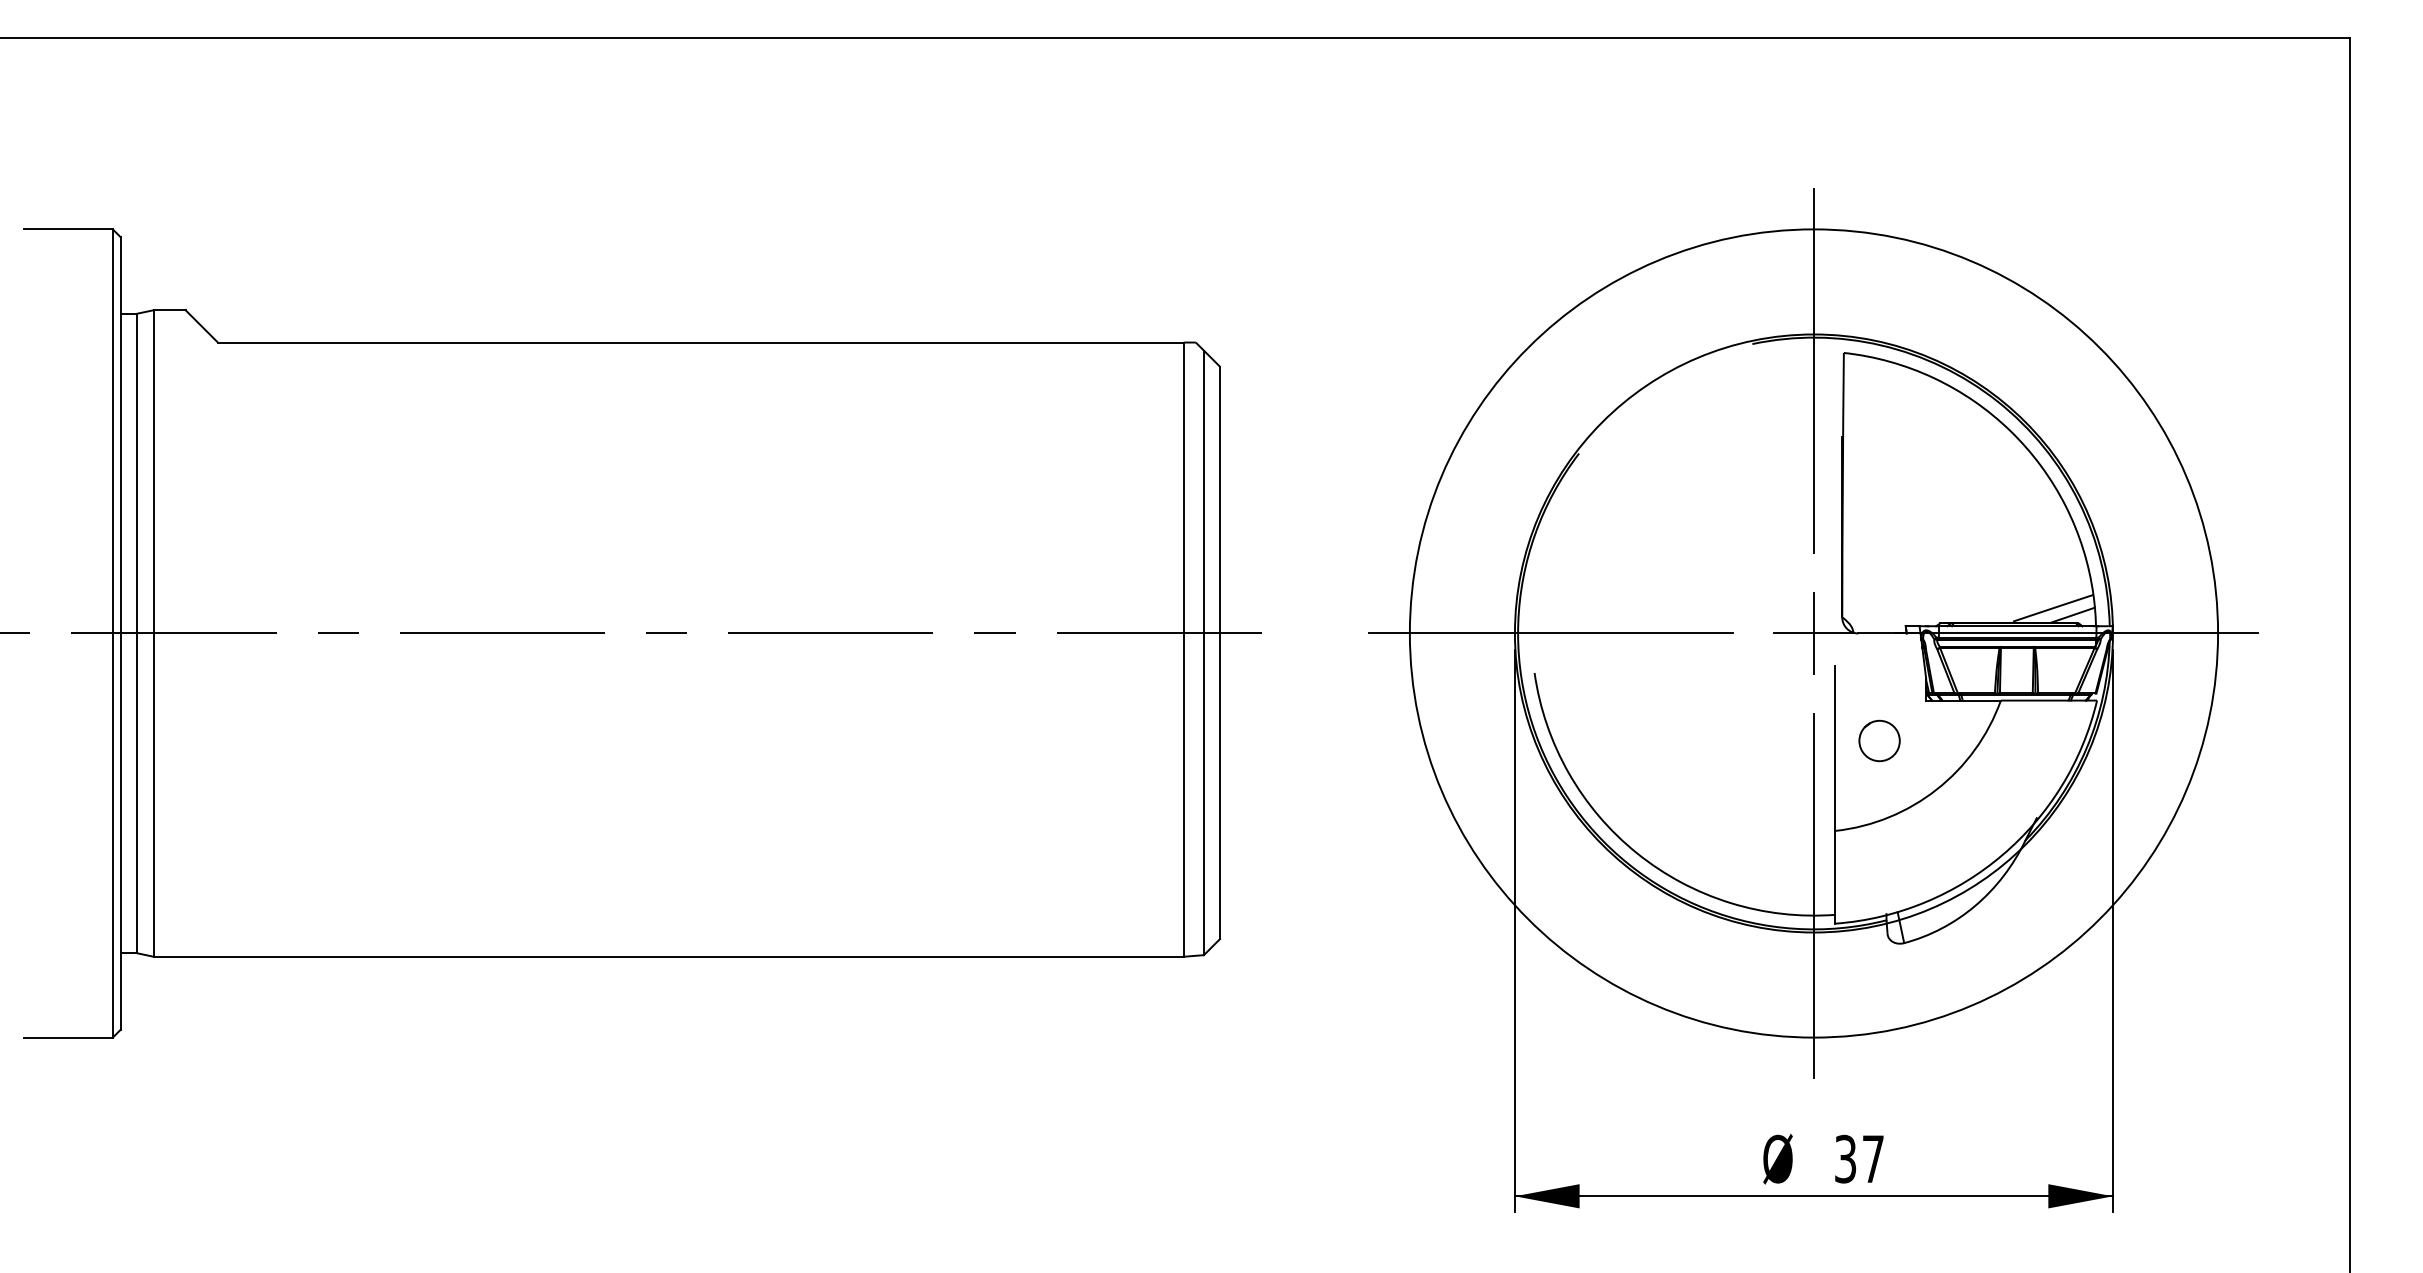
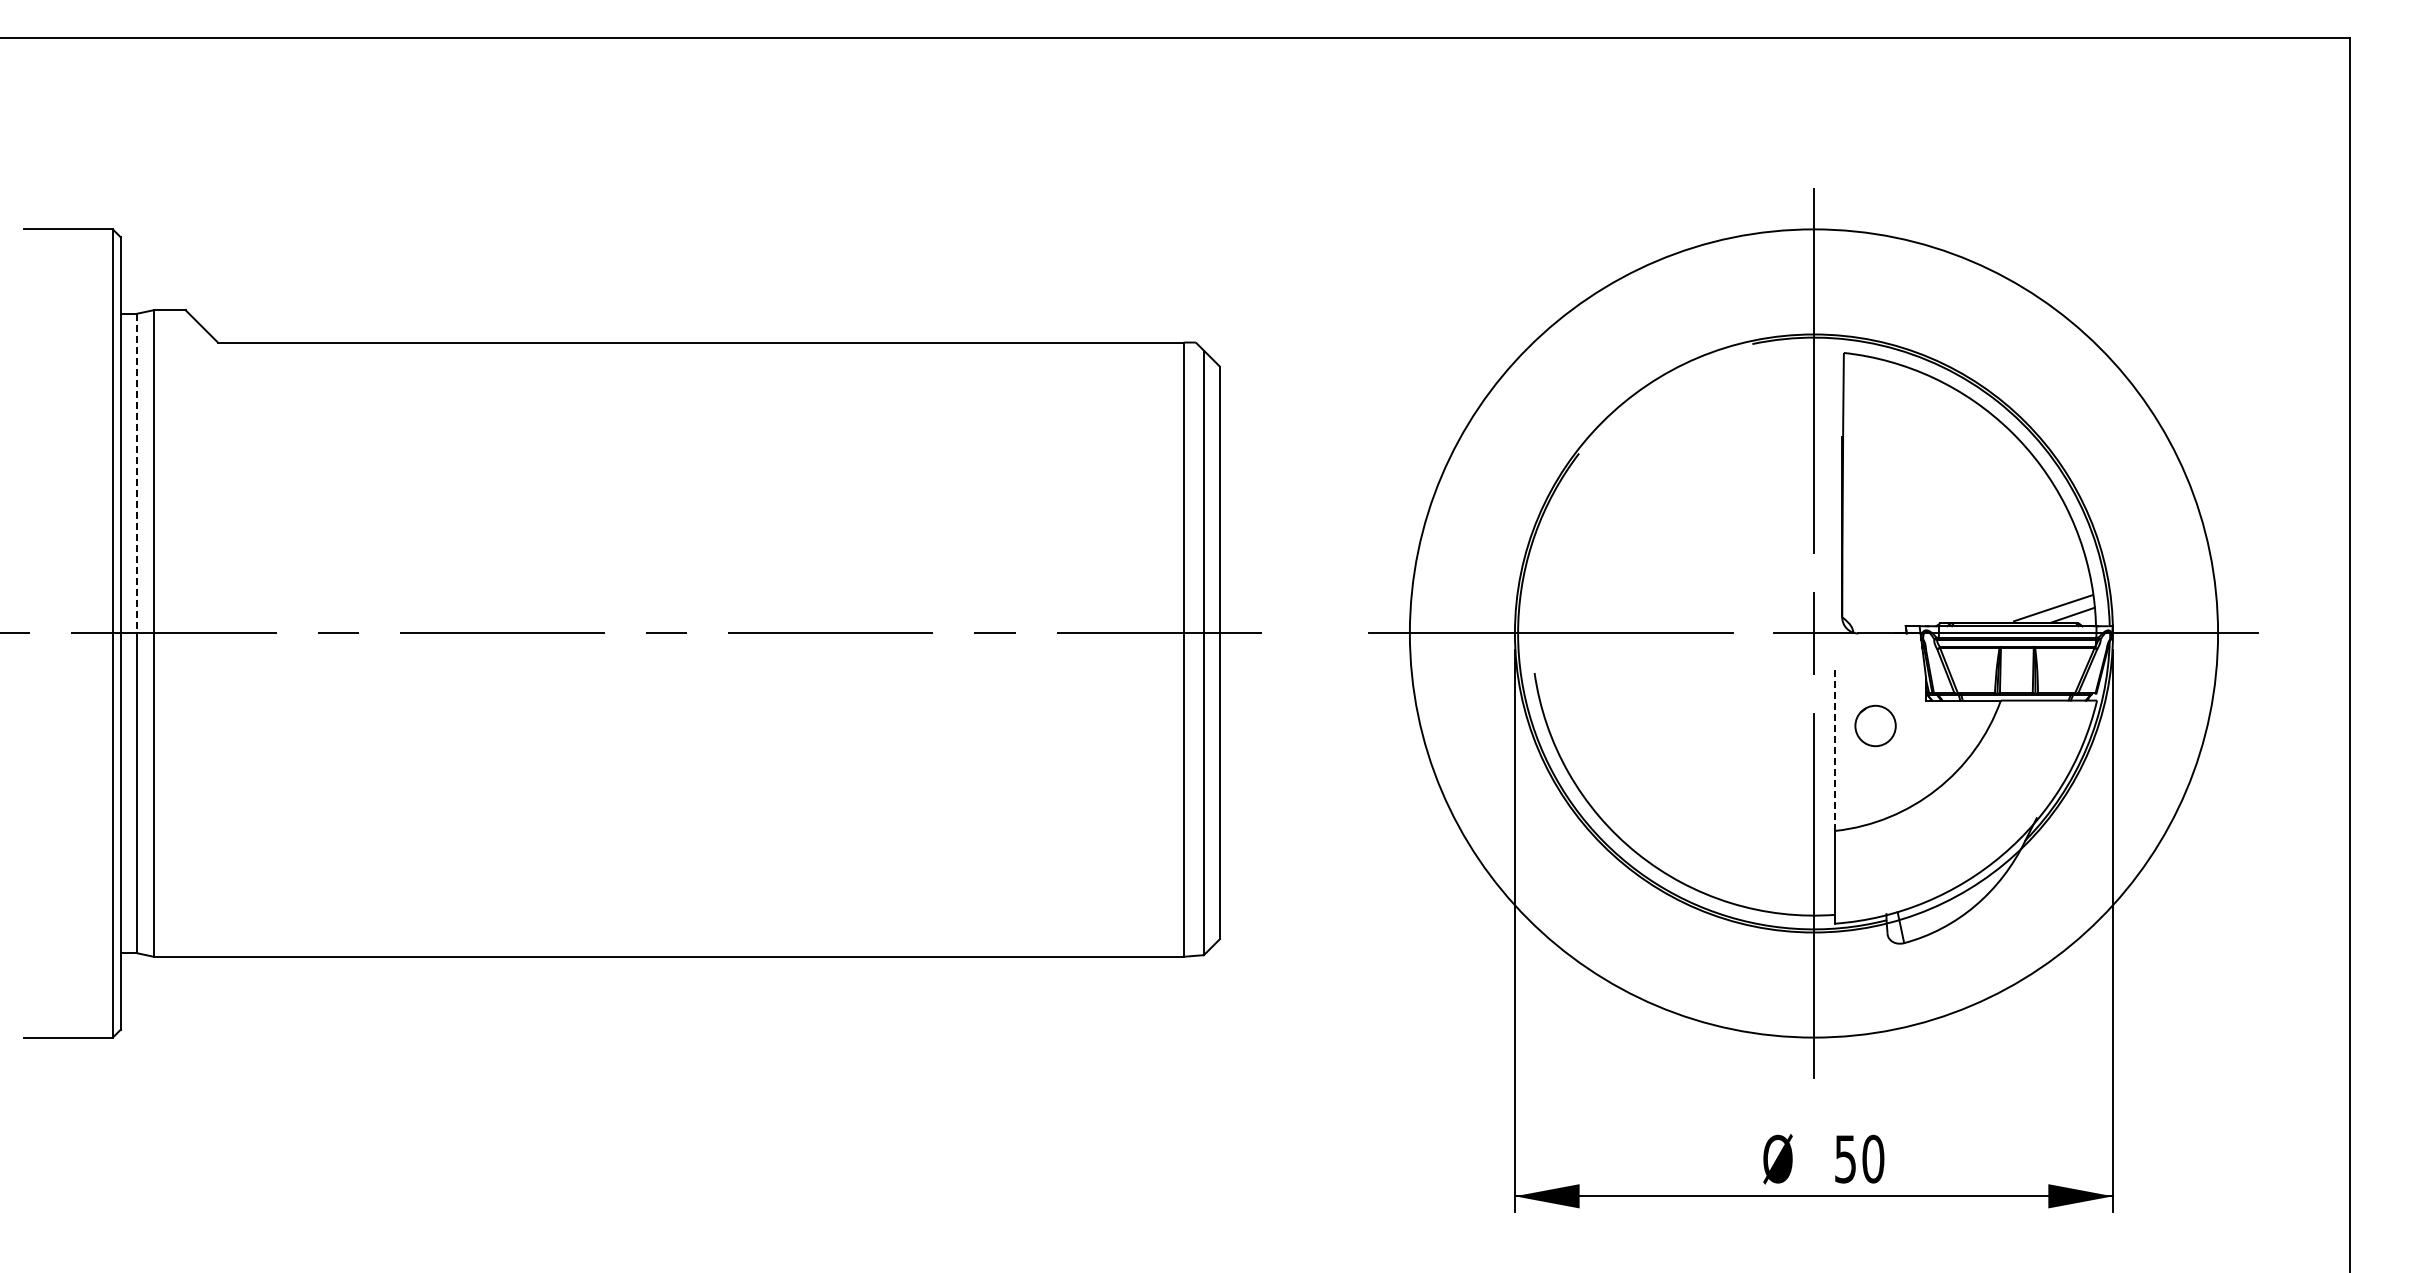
line at (137, 473): solid -> dashed
part at (1879, 740) position: (1879, 740) -> (1875, 725)
line at (1835, 748): solid -> dashed
text at (1859, 1158): 37 -> 50
